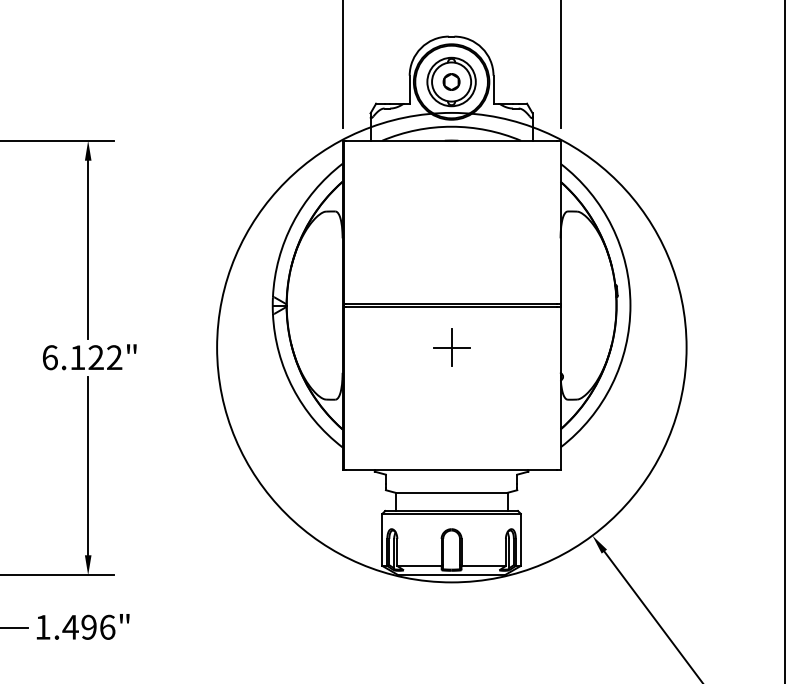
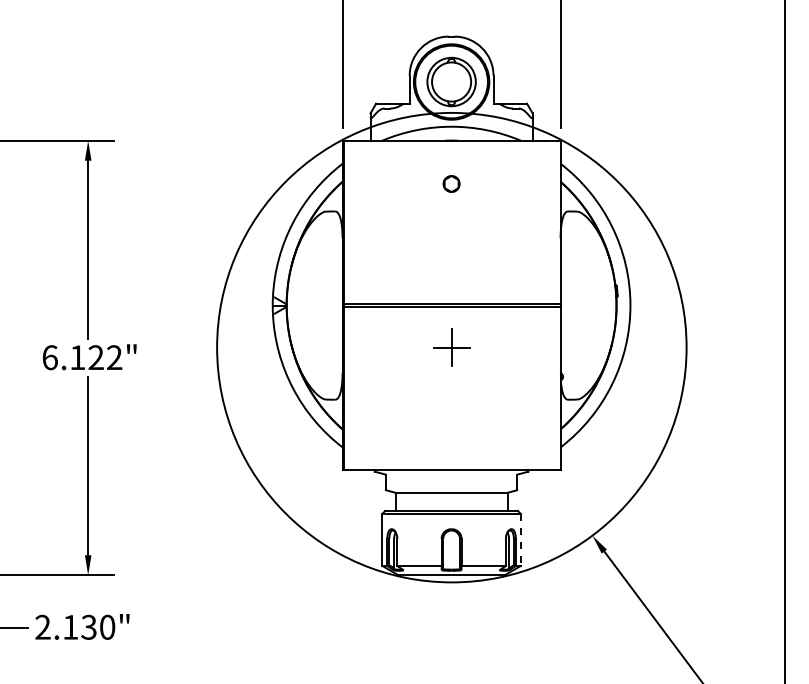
part at (451, 81) position: (451, 81) -> (451, 183)
line at (520, 540): solid -> dashed
text at (75, 626): 1.496" -> 2.130"
